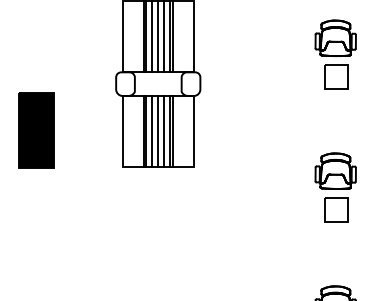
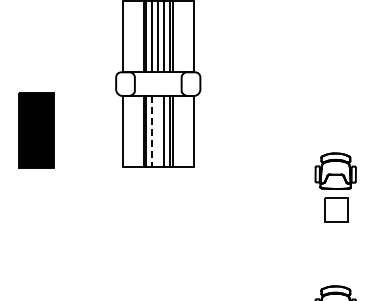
part at (335, 54): present -> none
line at (158, 130): present -> none
line at (152, 131): solid -> dashed
